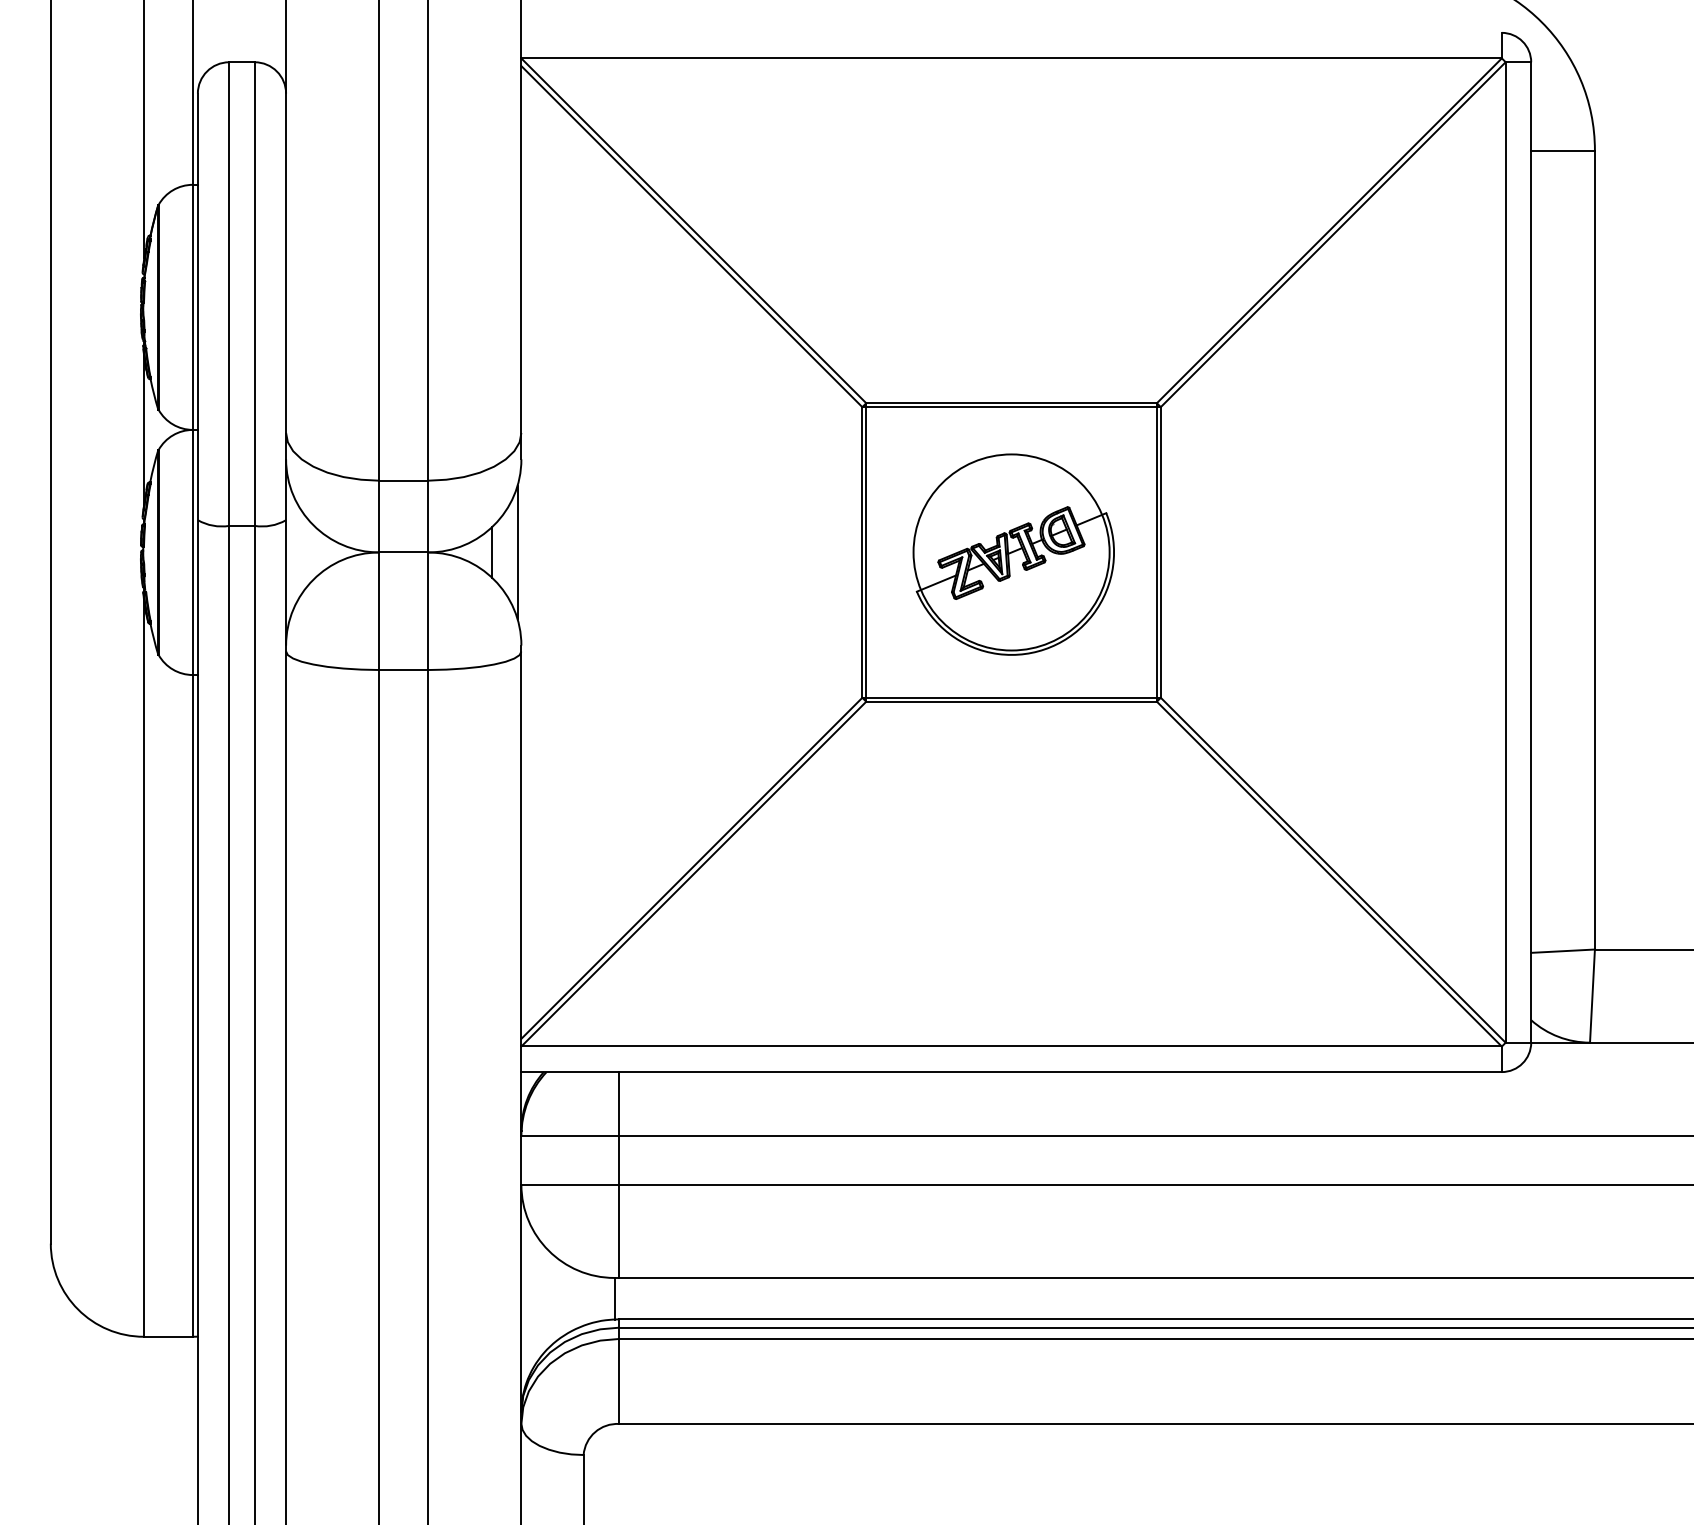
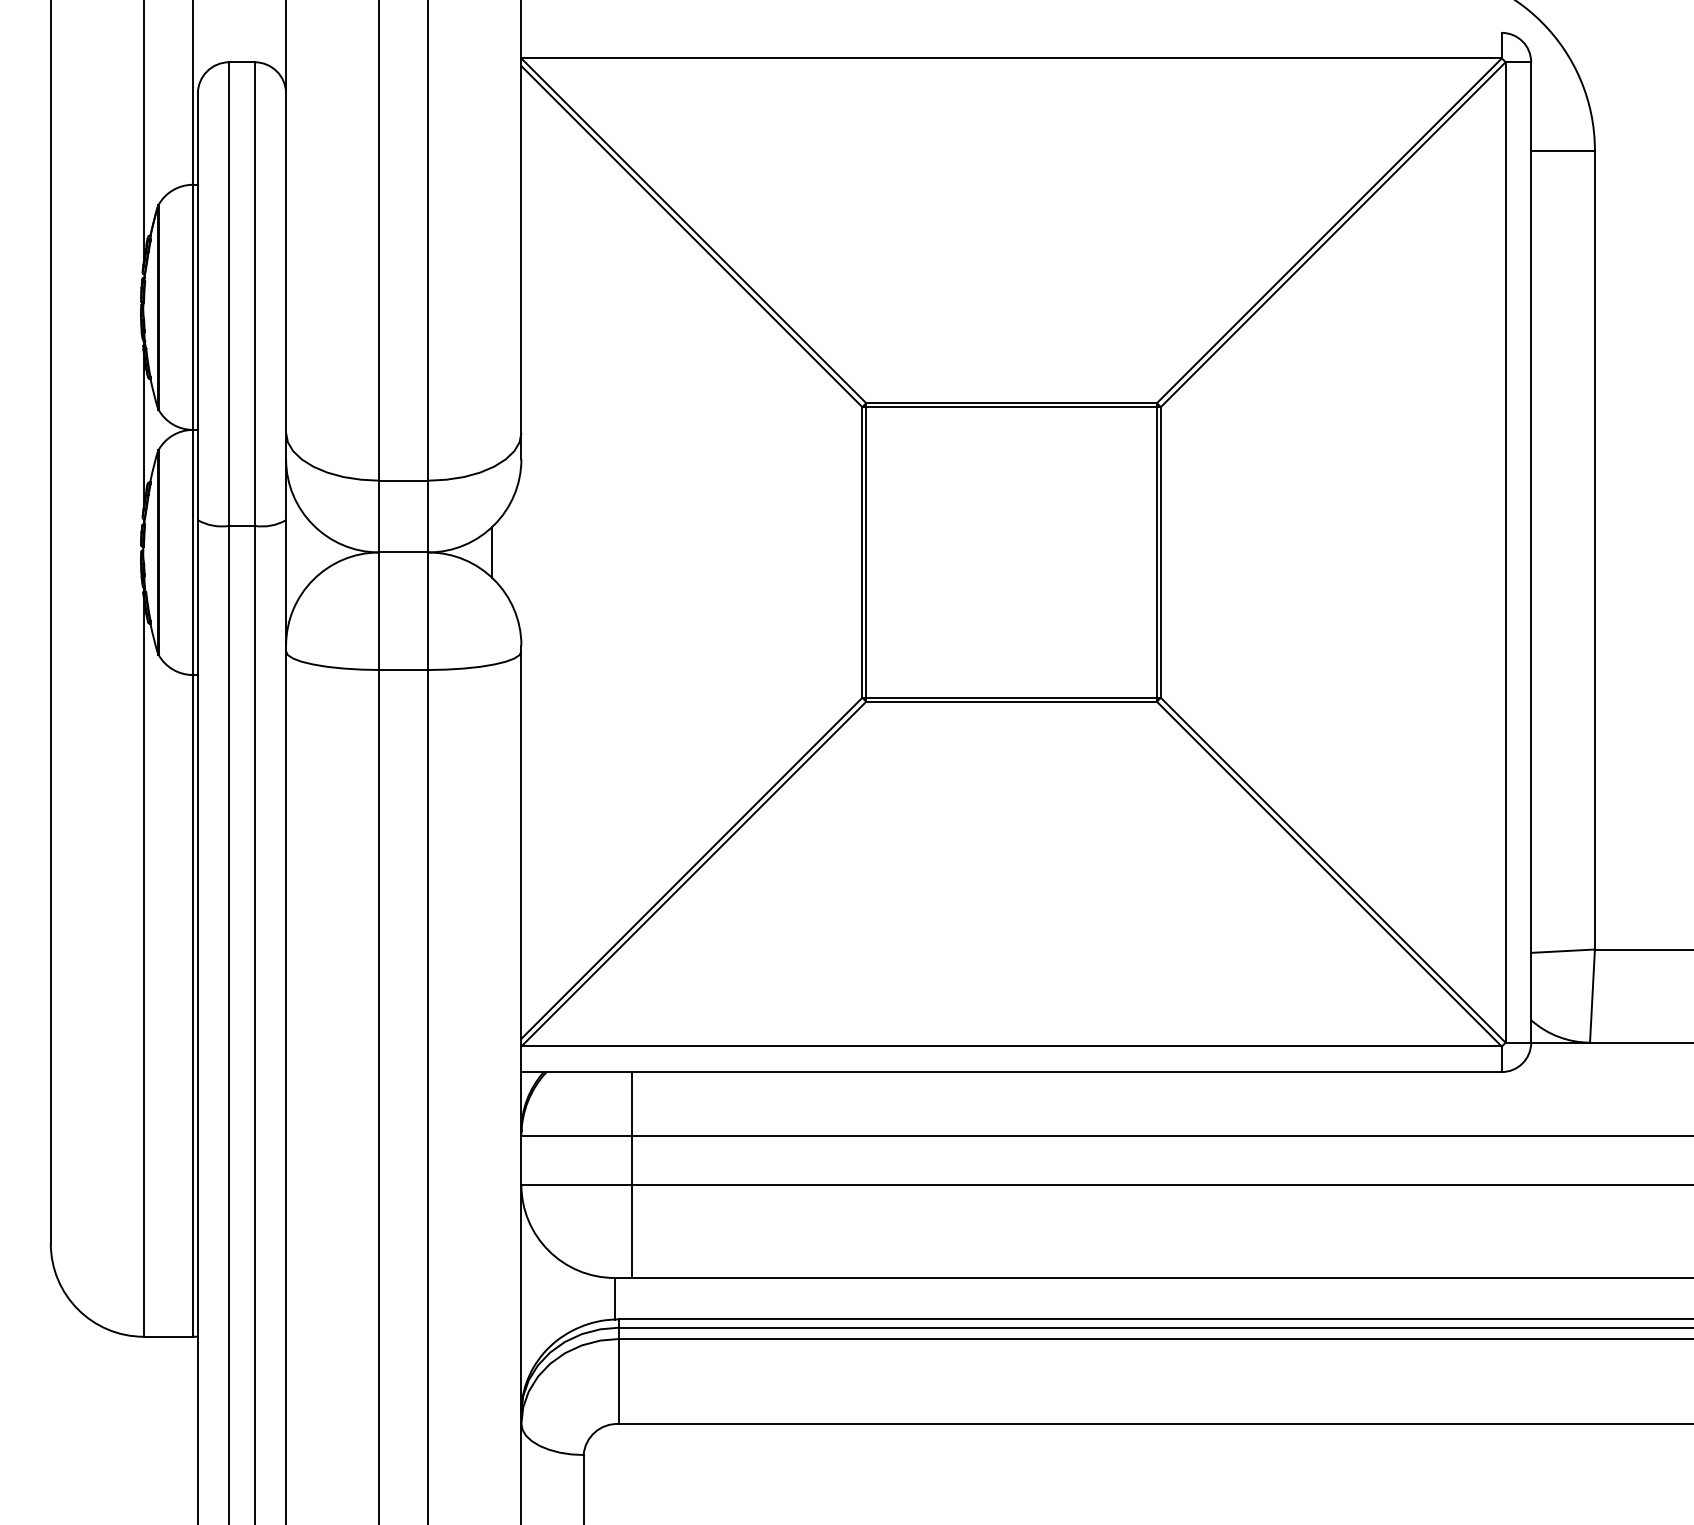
line at (517, 552): present -> none
part at (1013, 554): present -> none
line at (619, 1174) position: (619, 1174) -> (632, 1174)
